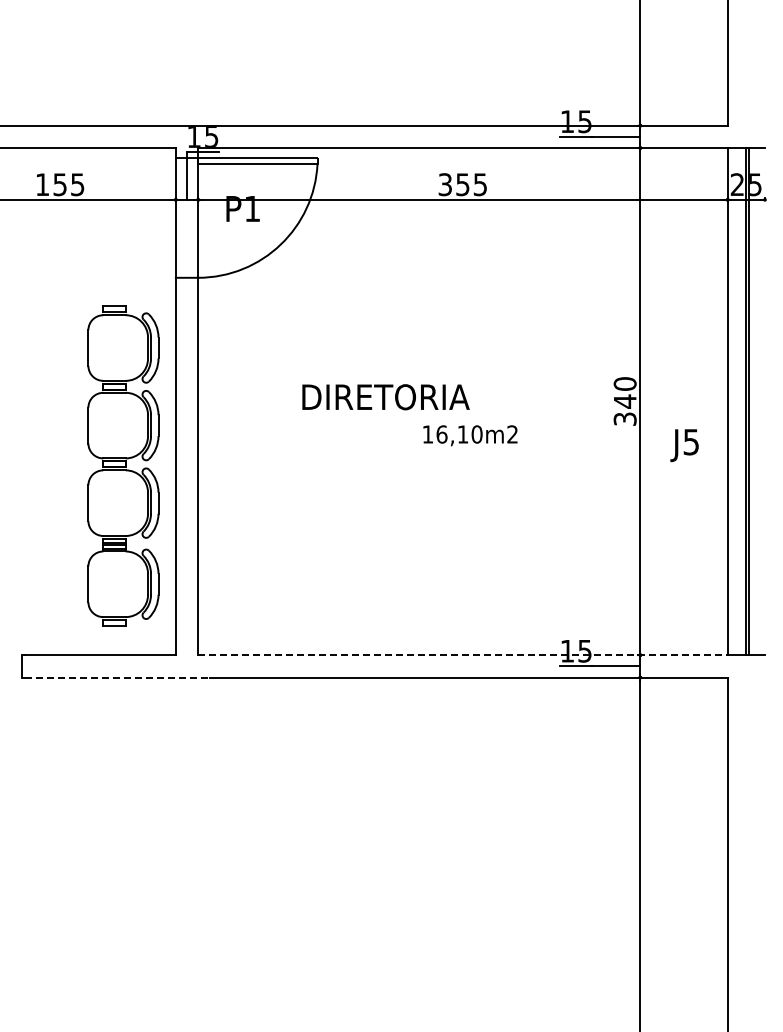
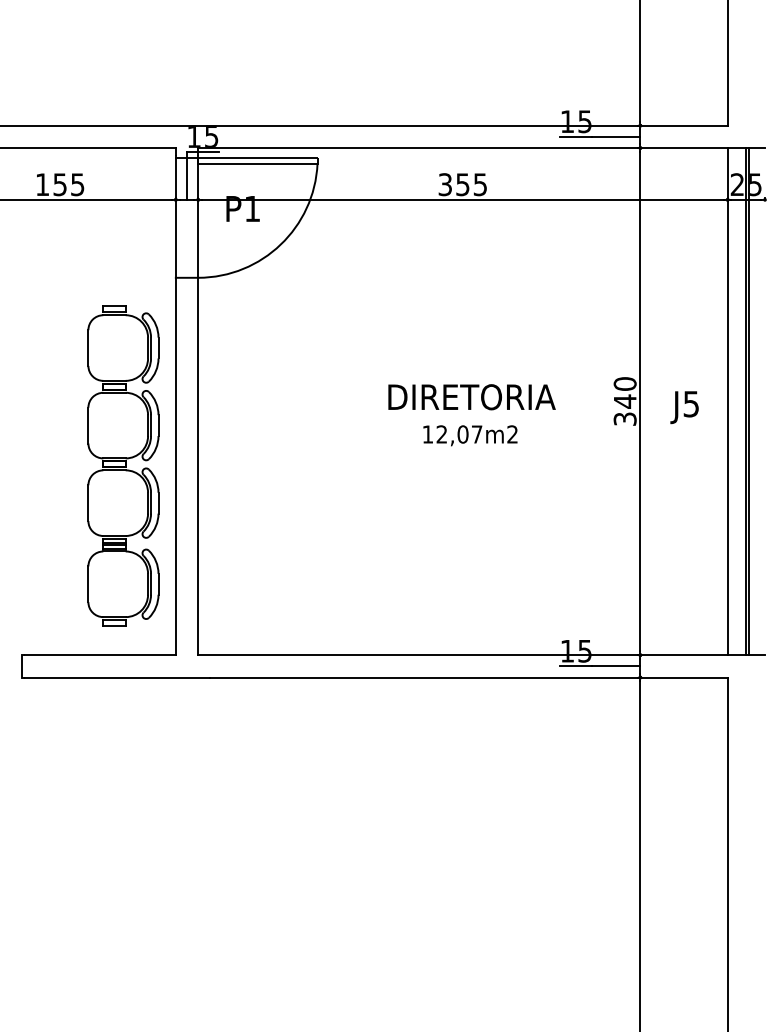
text at (385, 397) position: (385, 397) -> (471, 397)
text at (459, 434): 16,10m2 -> 12,07m2
text at (684, 445) position: (684, 445) -> (684, 407)
line at (462, 655): dashed -> solid
line at (118, 677): dashed -> solid
